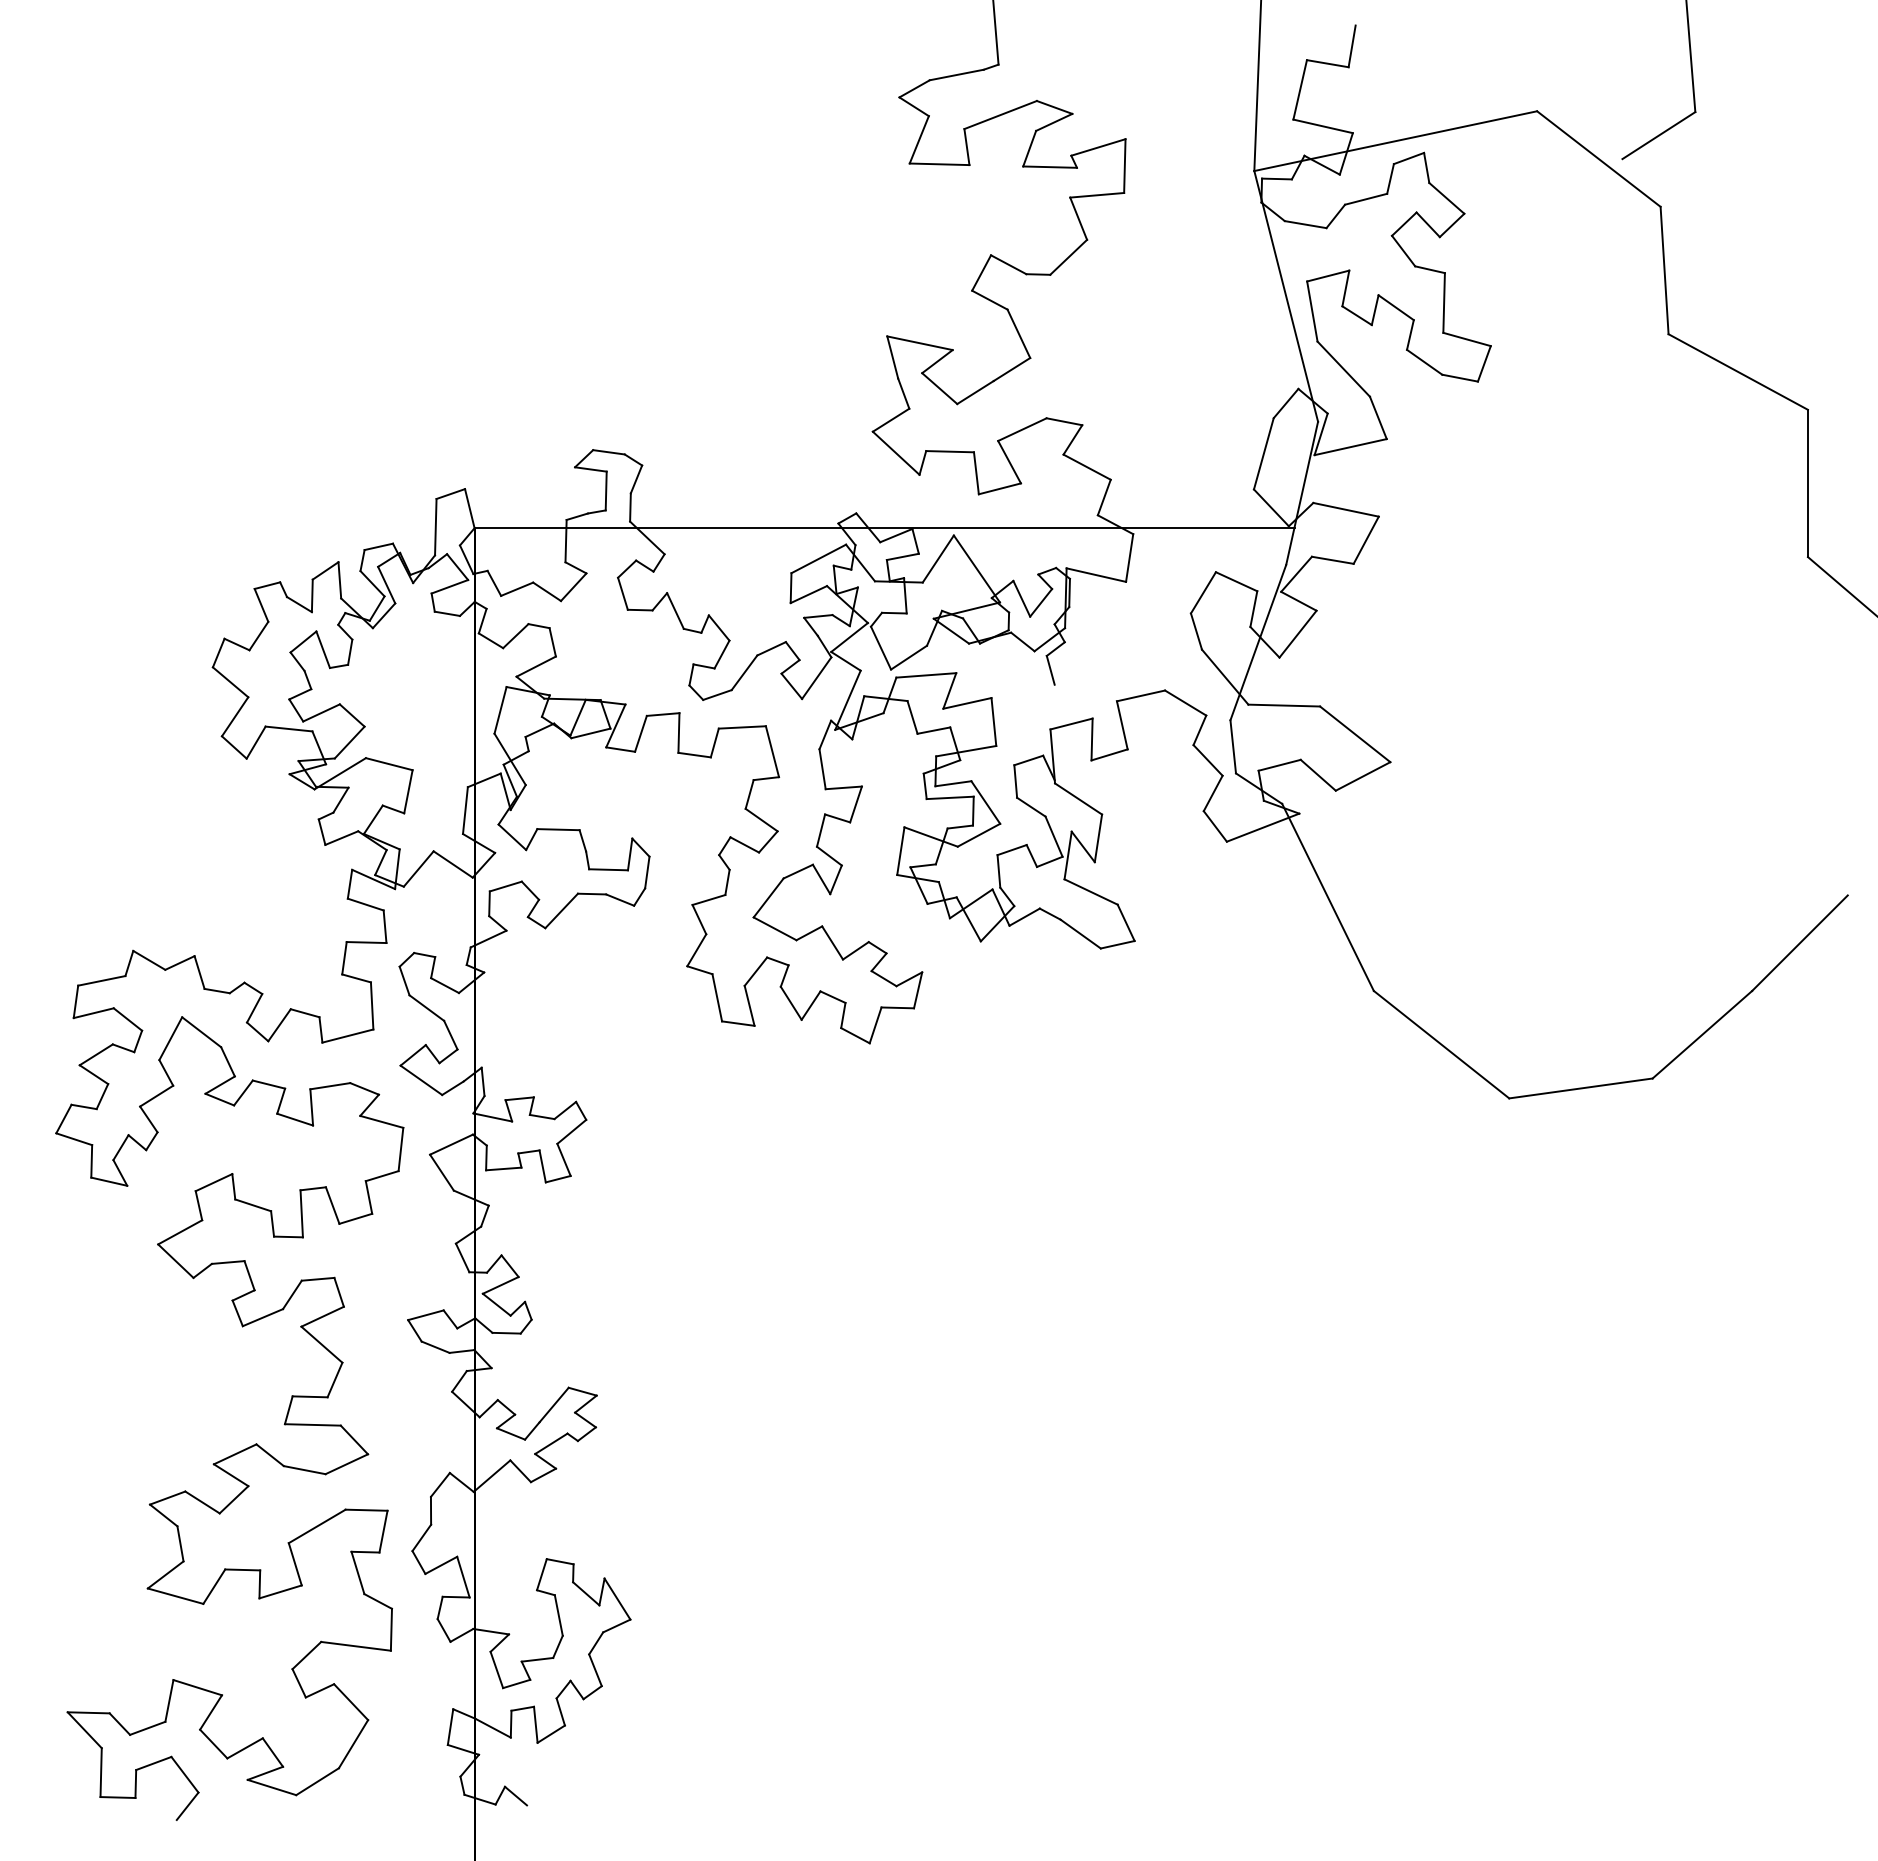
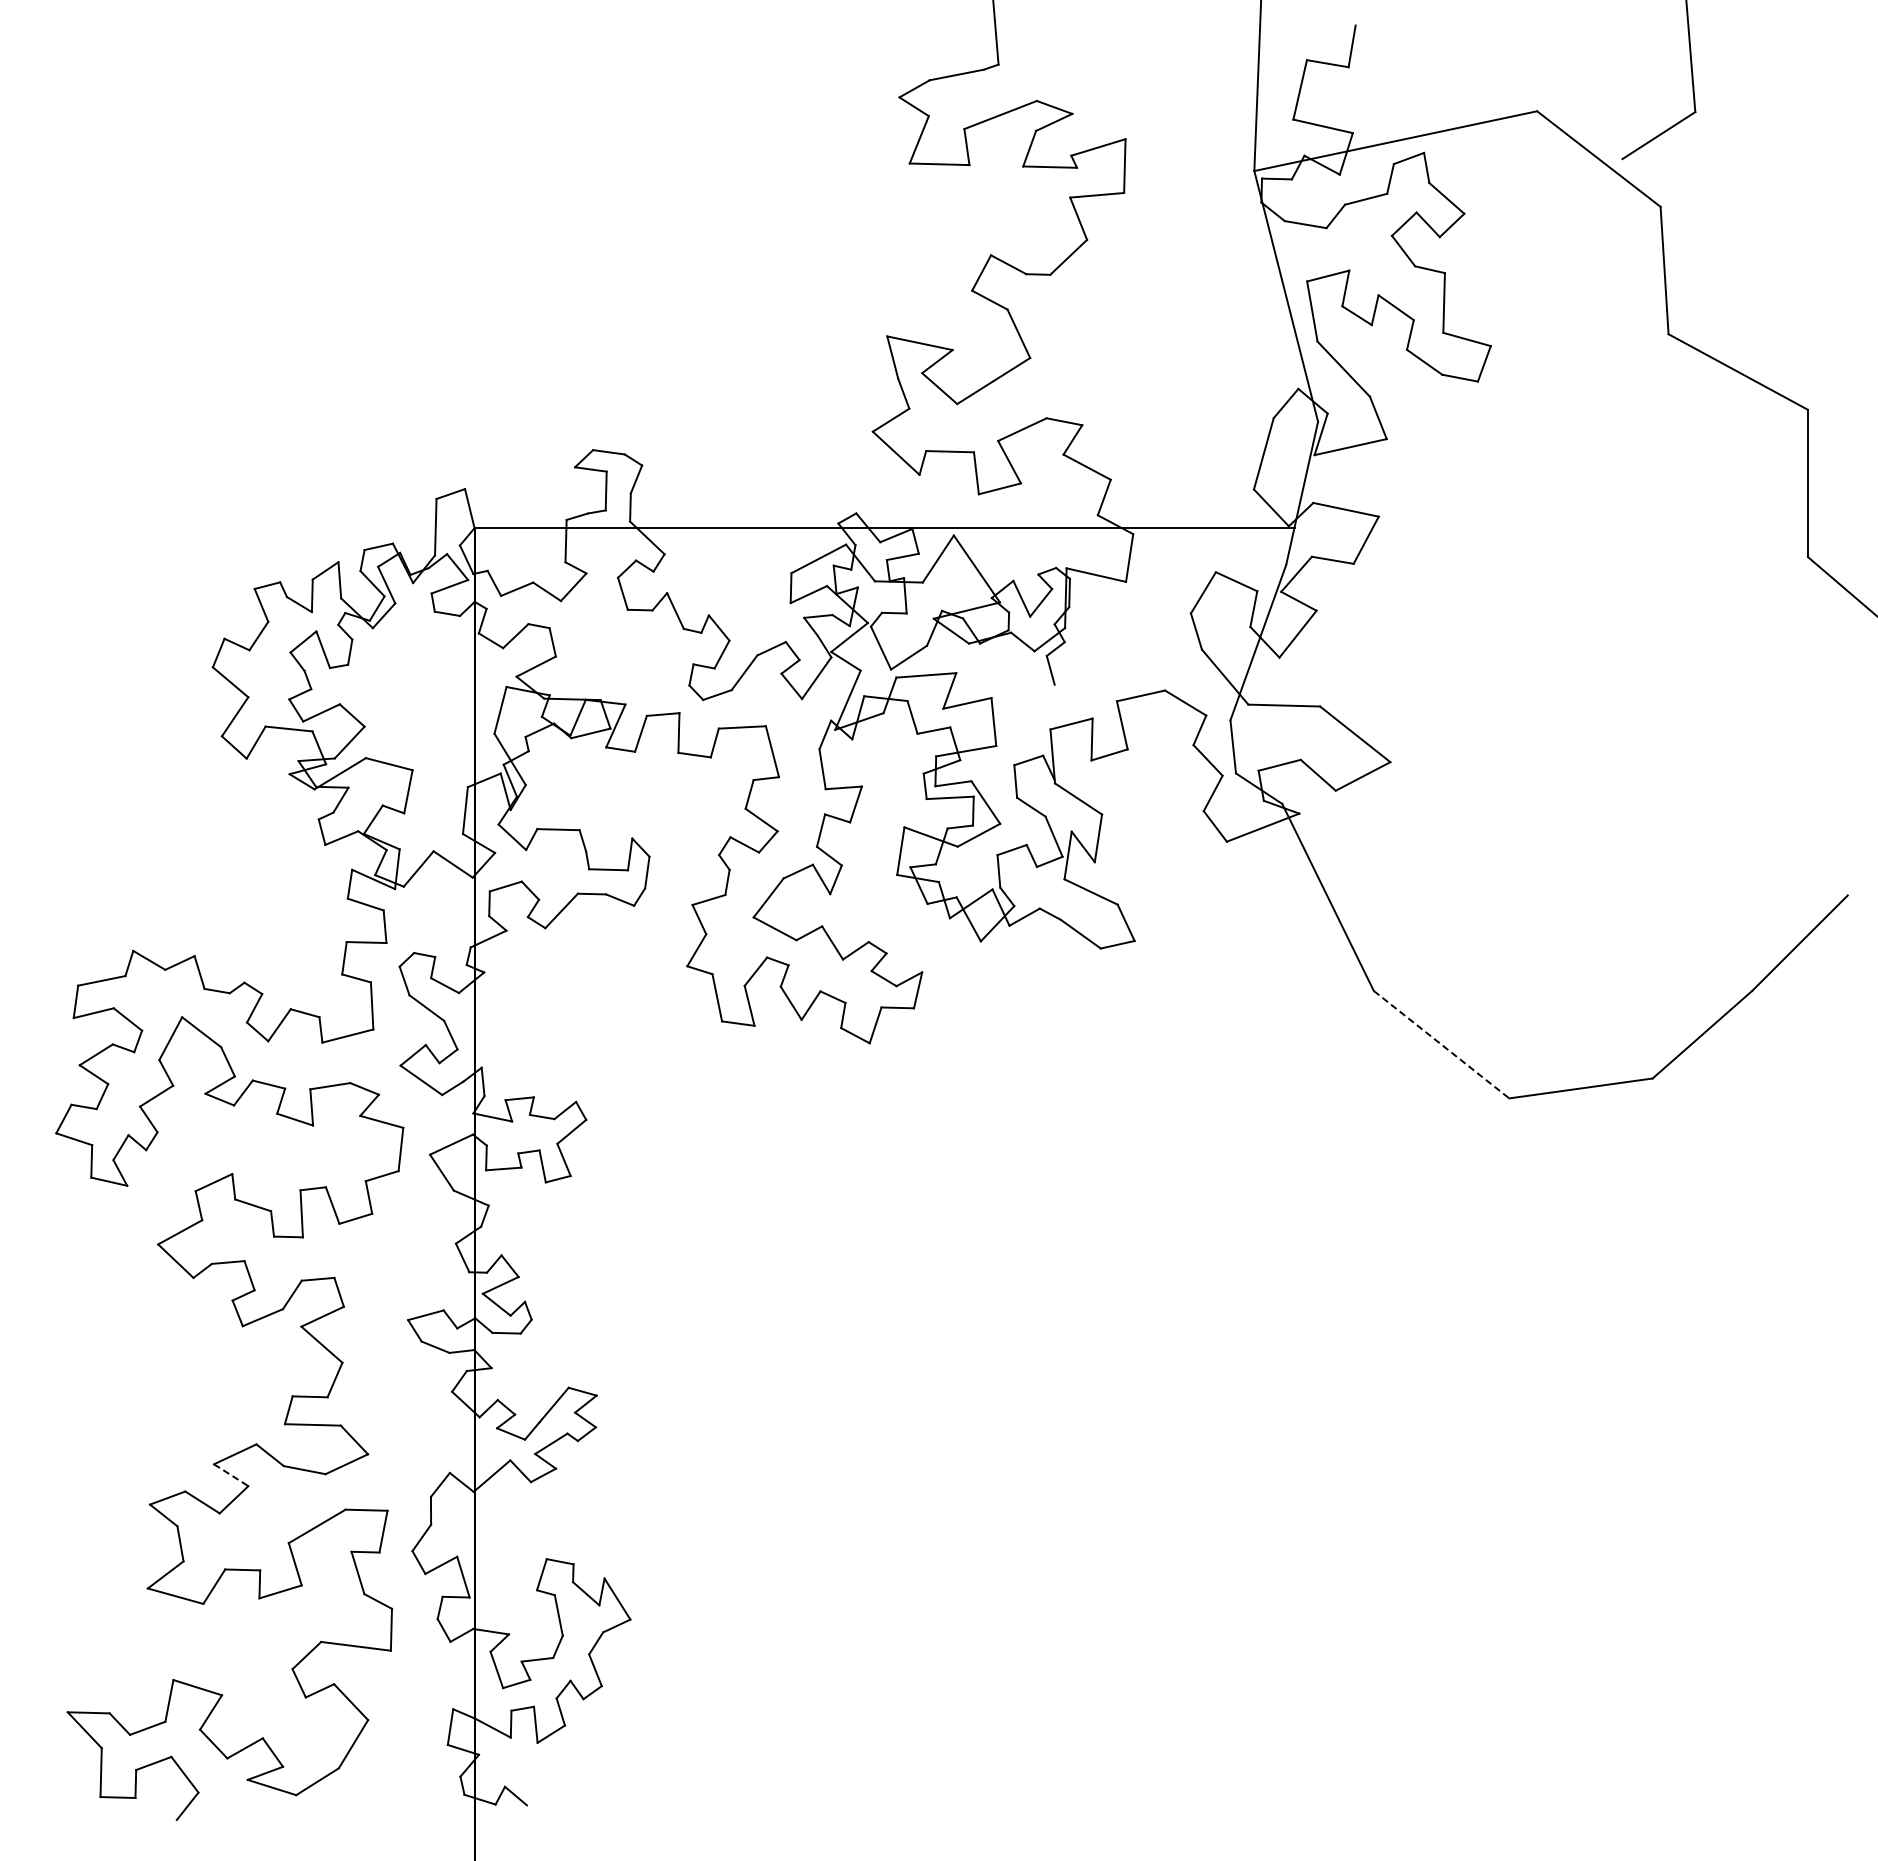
line at (1441, 1044): solid -> dashed
line at (231, 1475): solid -> dashed
